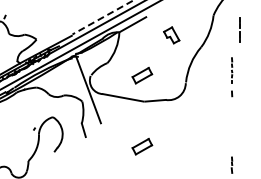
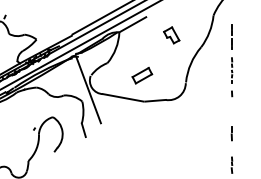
line at (103, 17): dashed -> solid
line at (239, 28) position: (239, 28) -> (231, 35)
line at (231, 133): none -> present
part at (142, 146): present -> none
